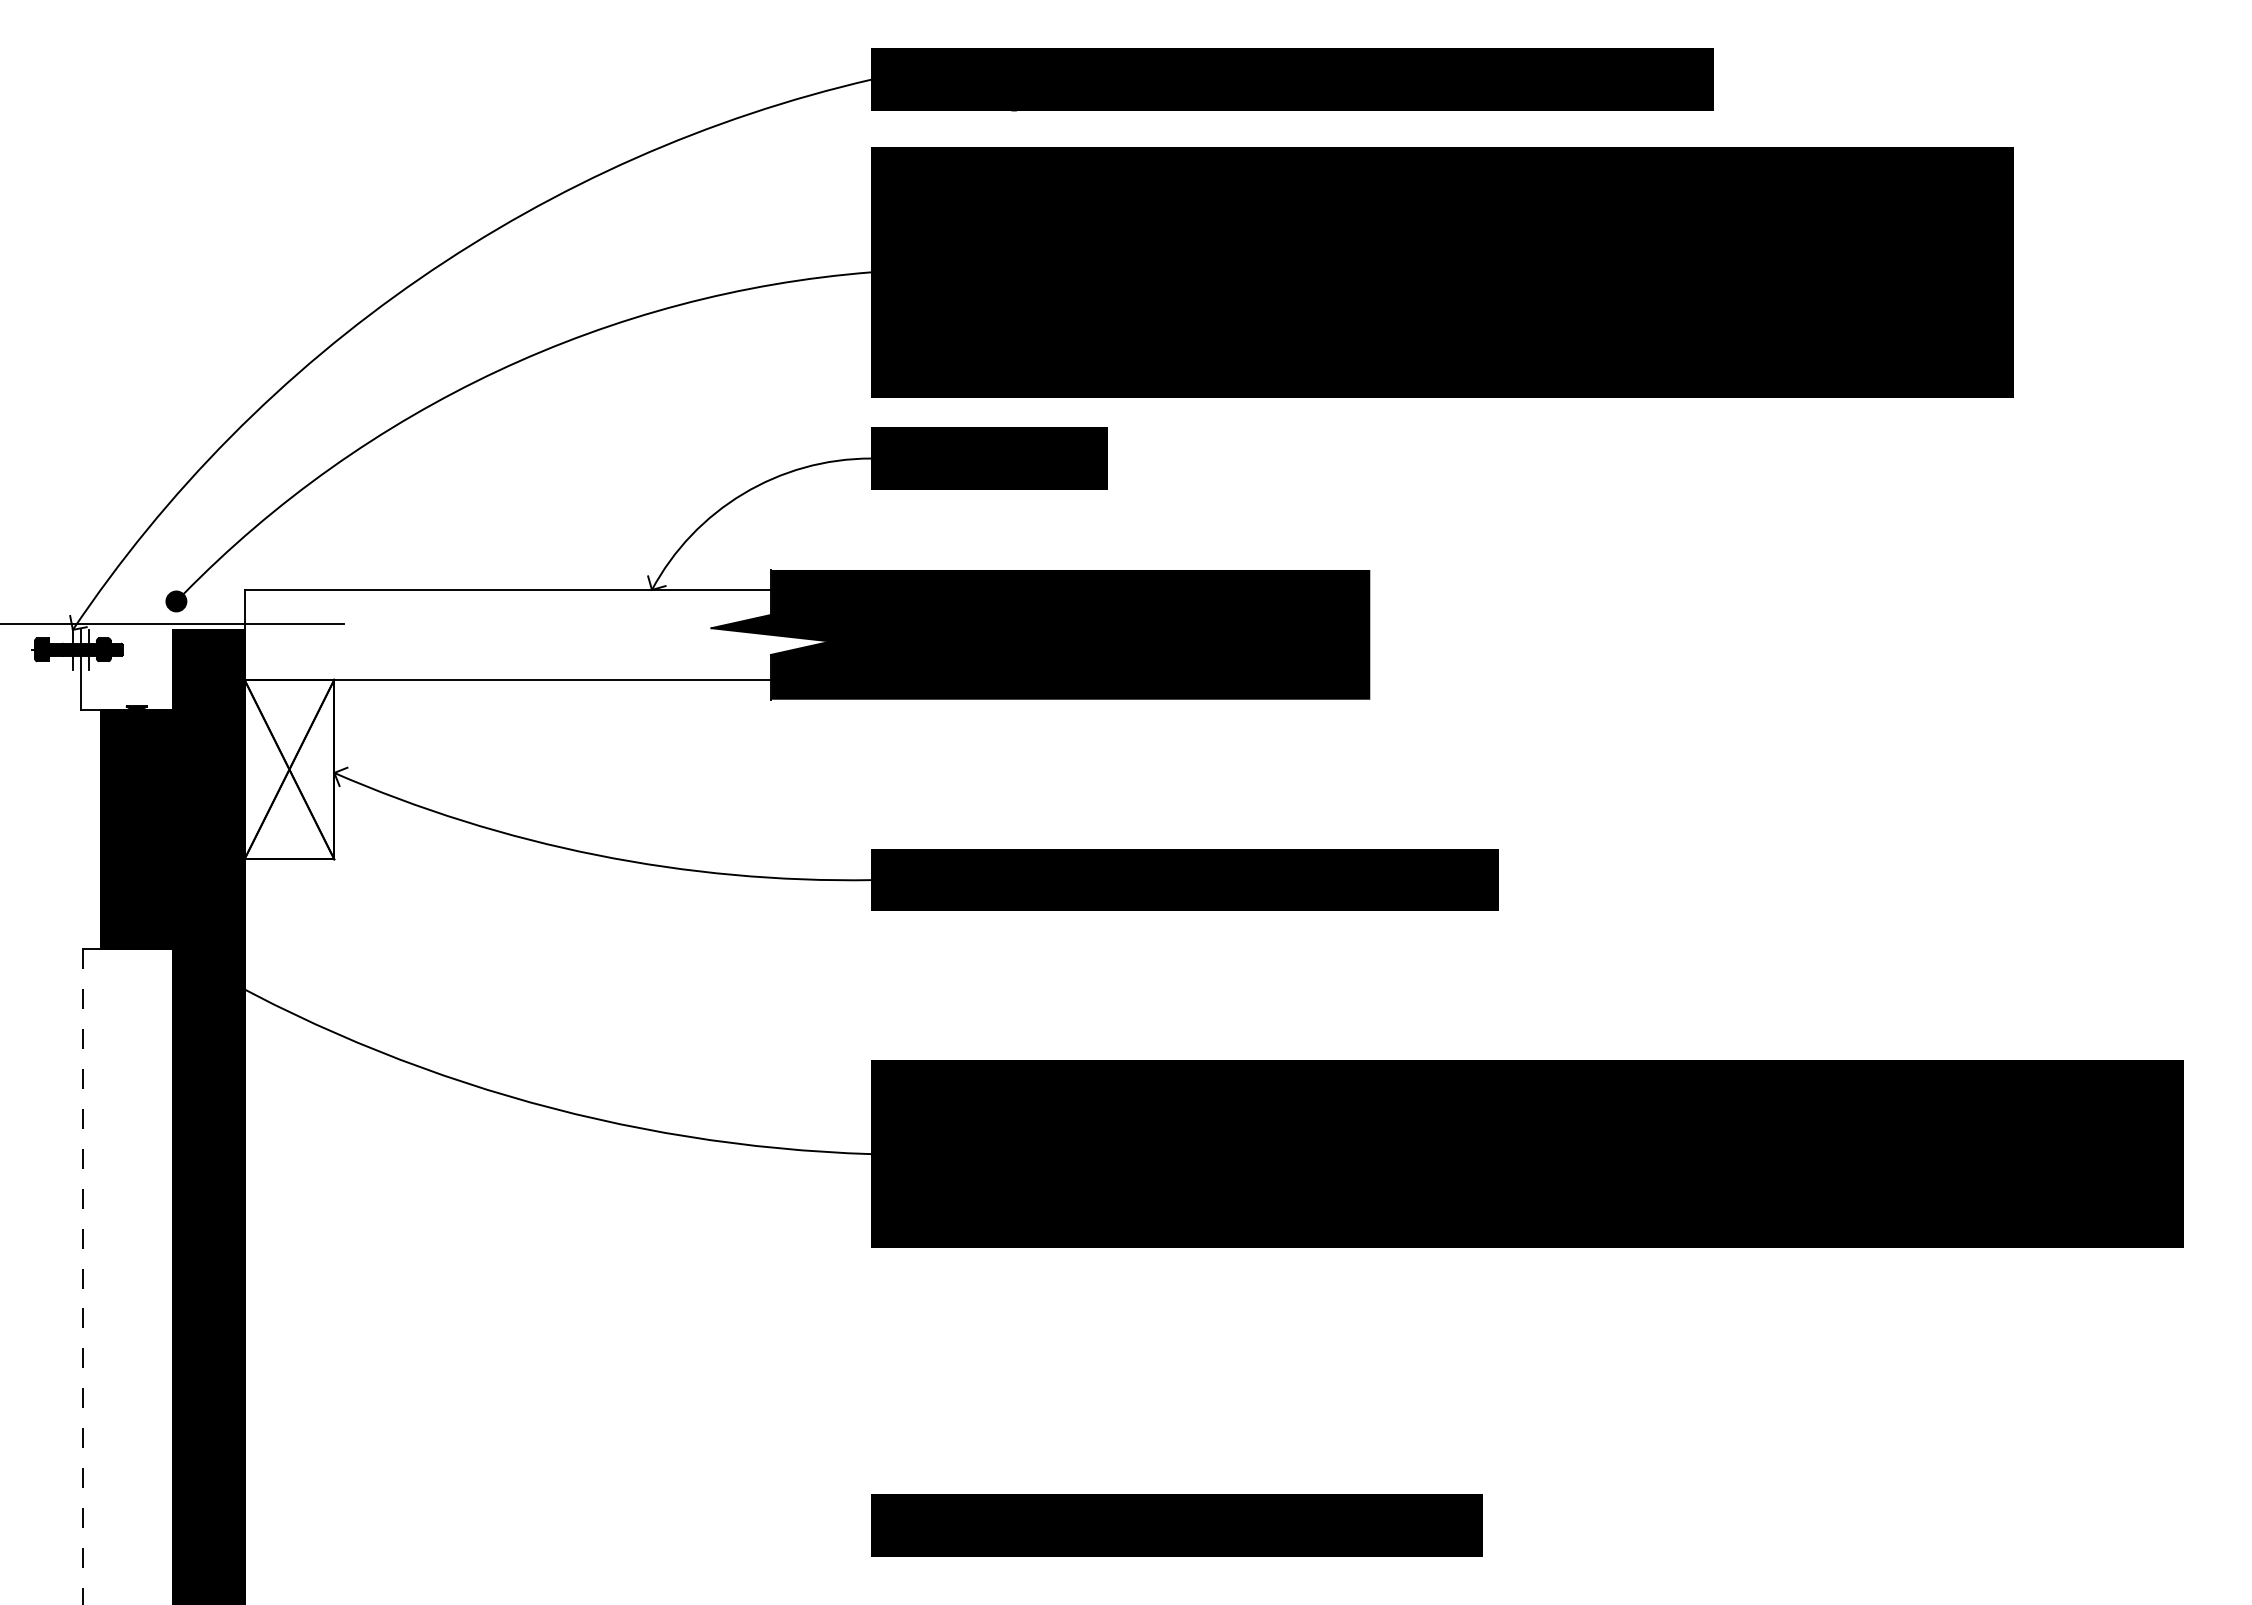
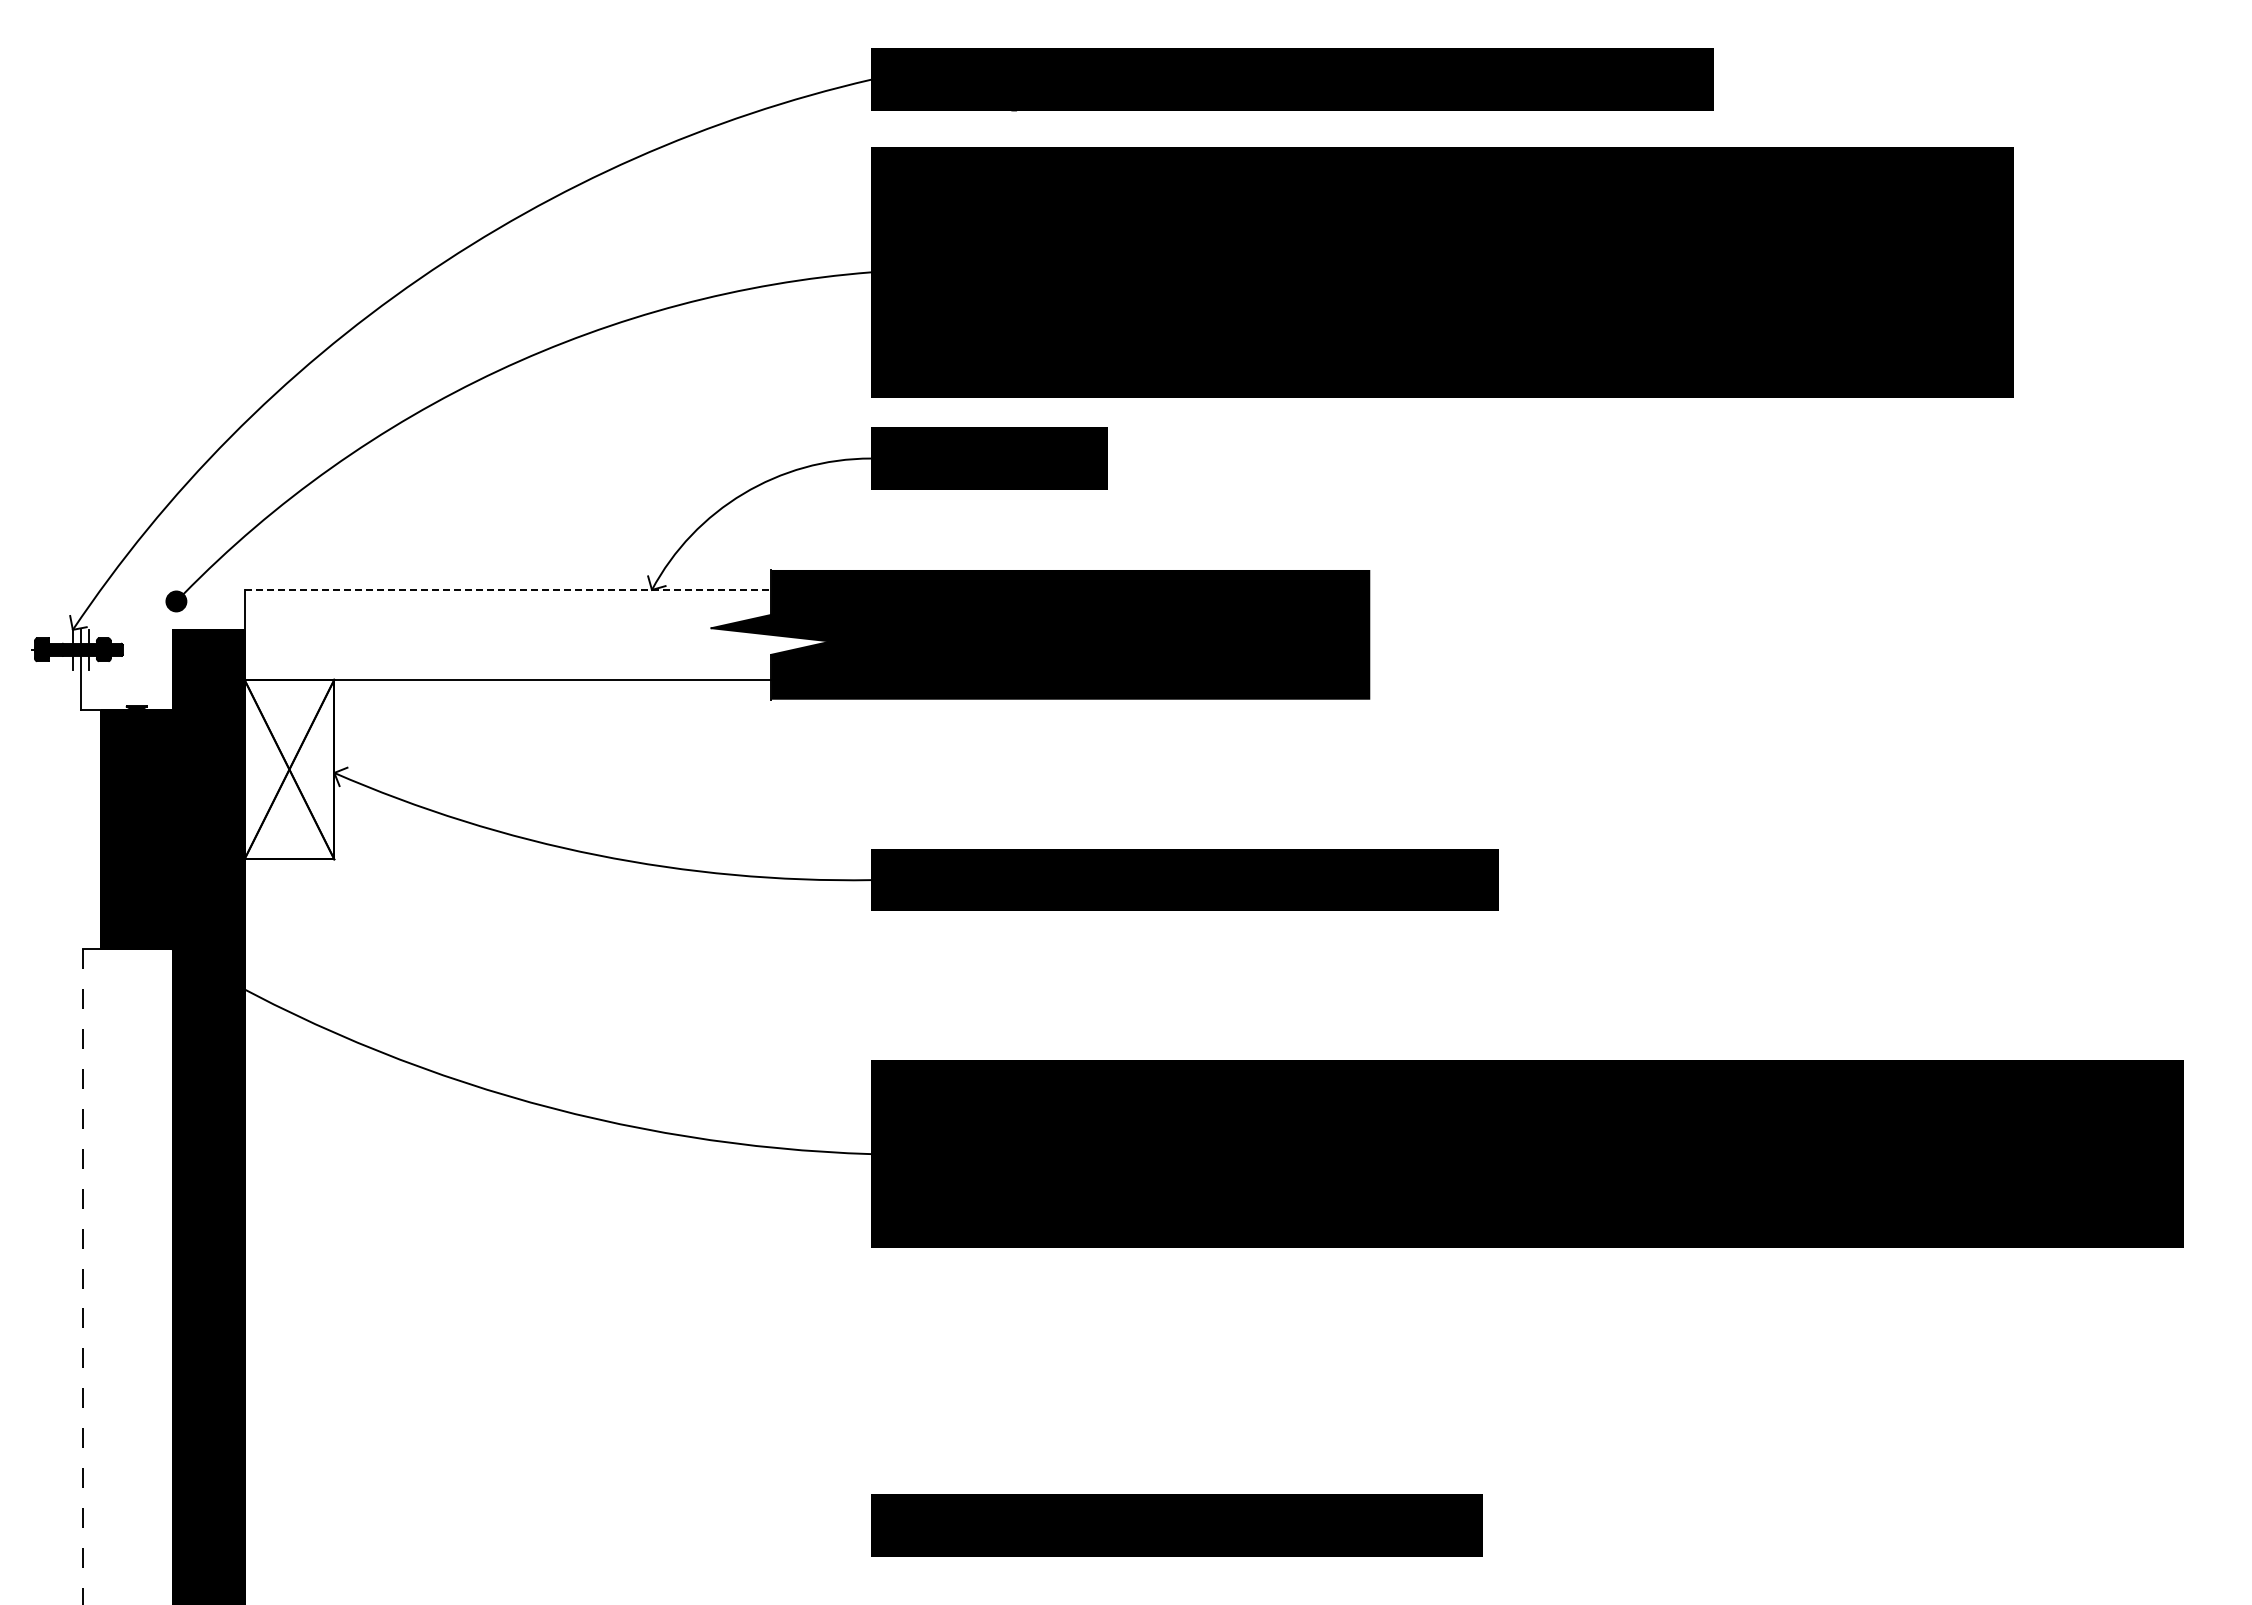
line at (508, 589): solid -> dashed
line at (173, 623): present -> none
